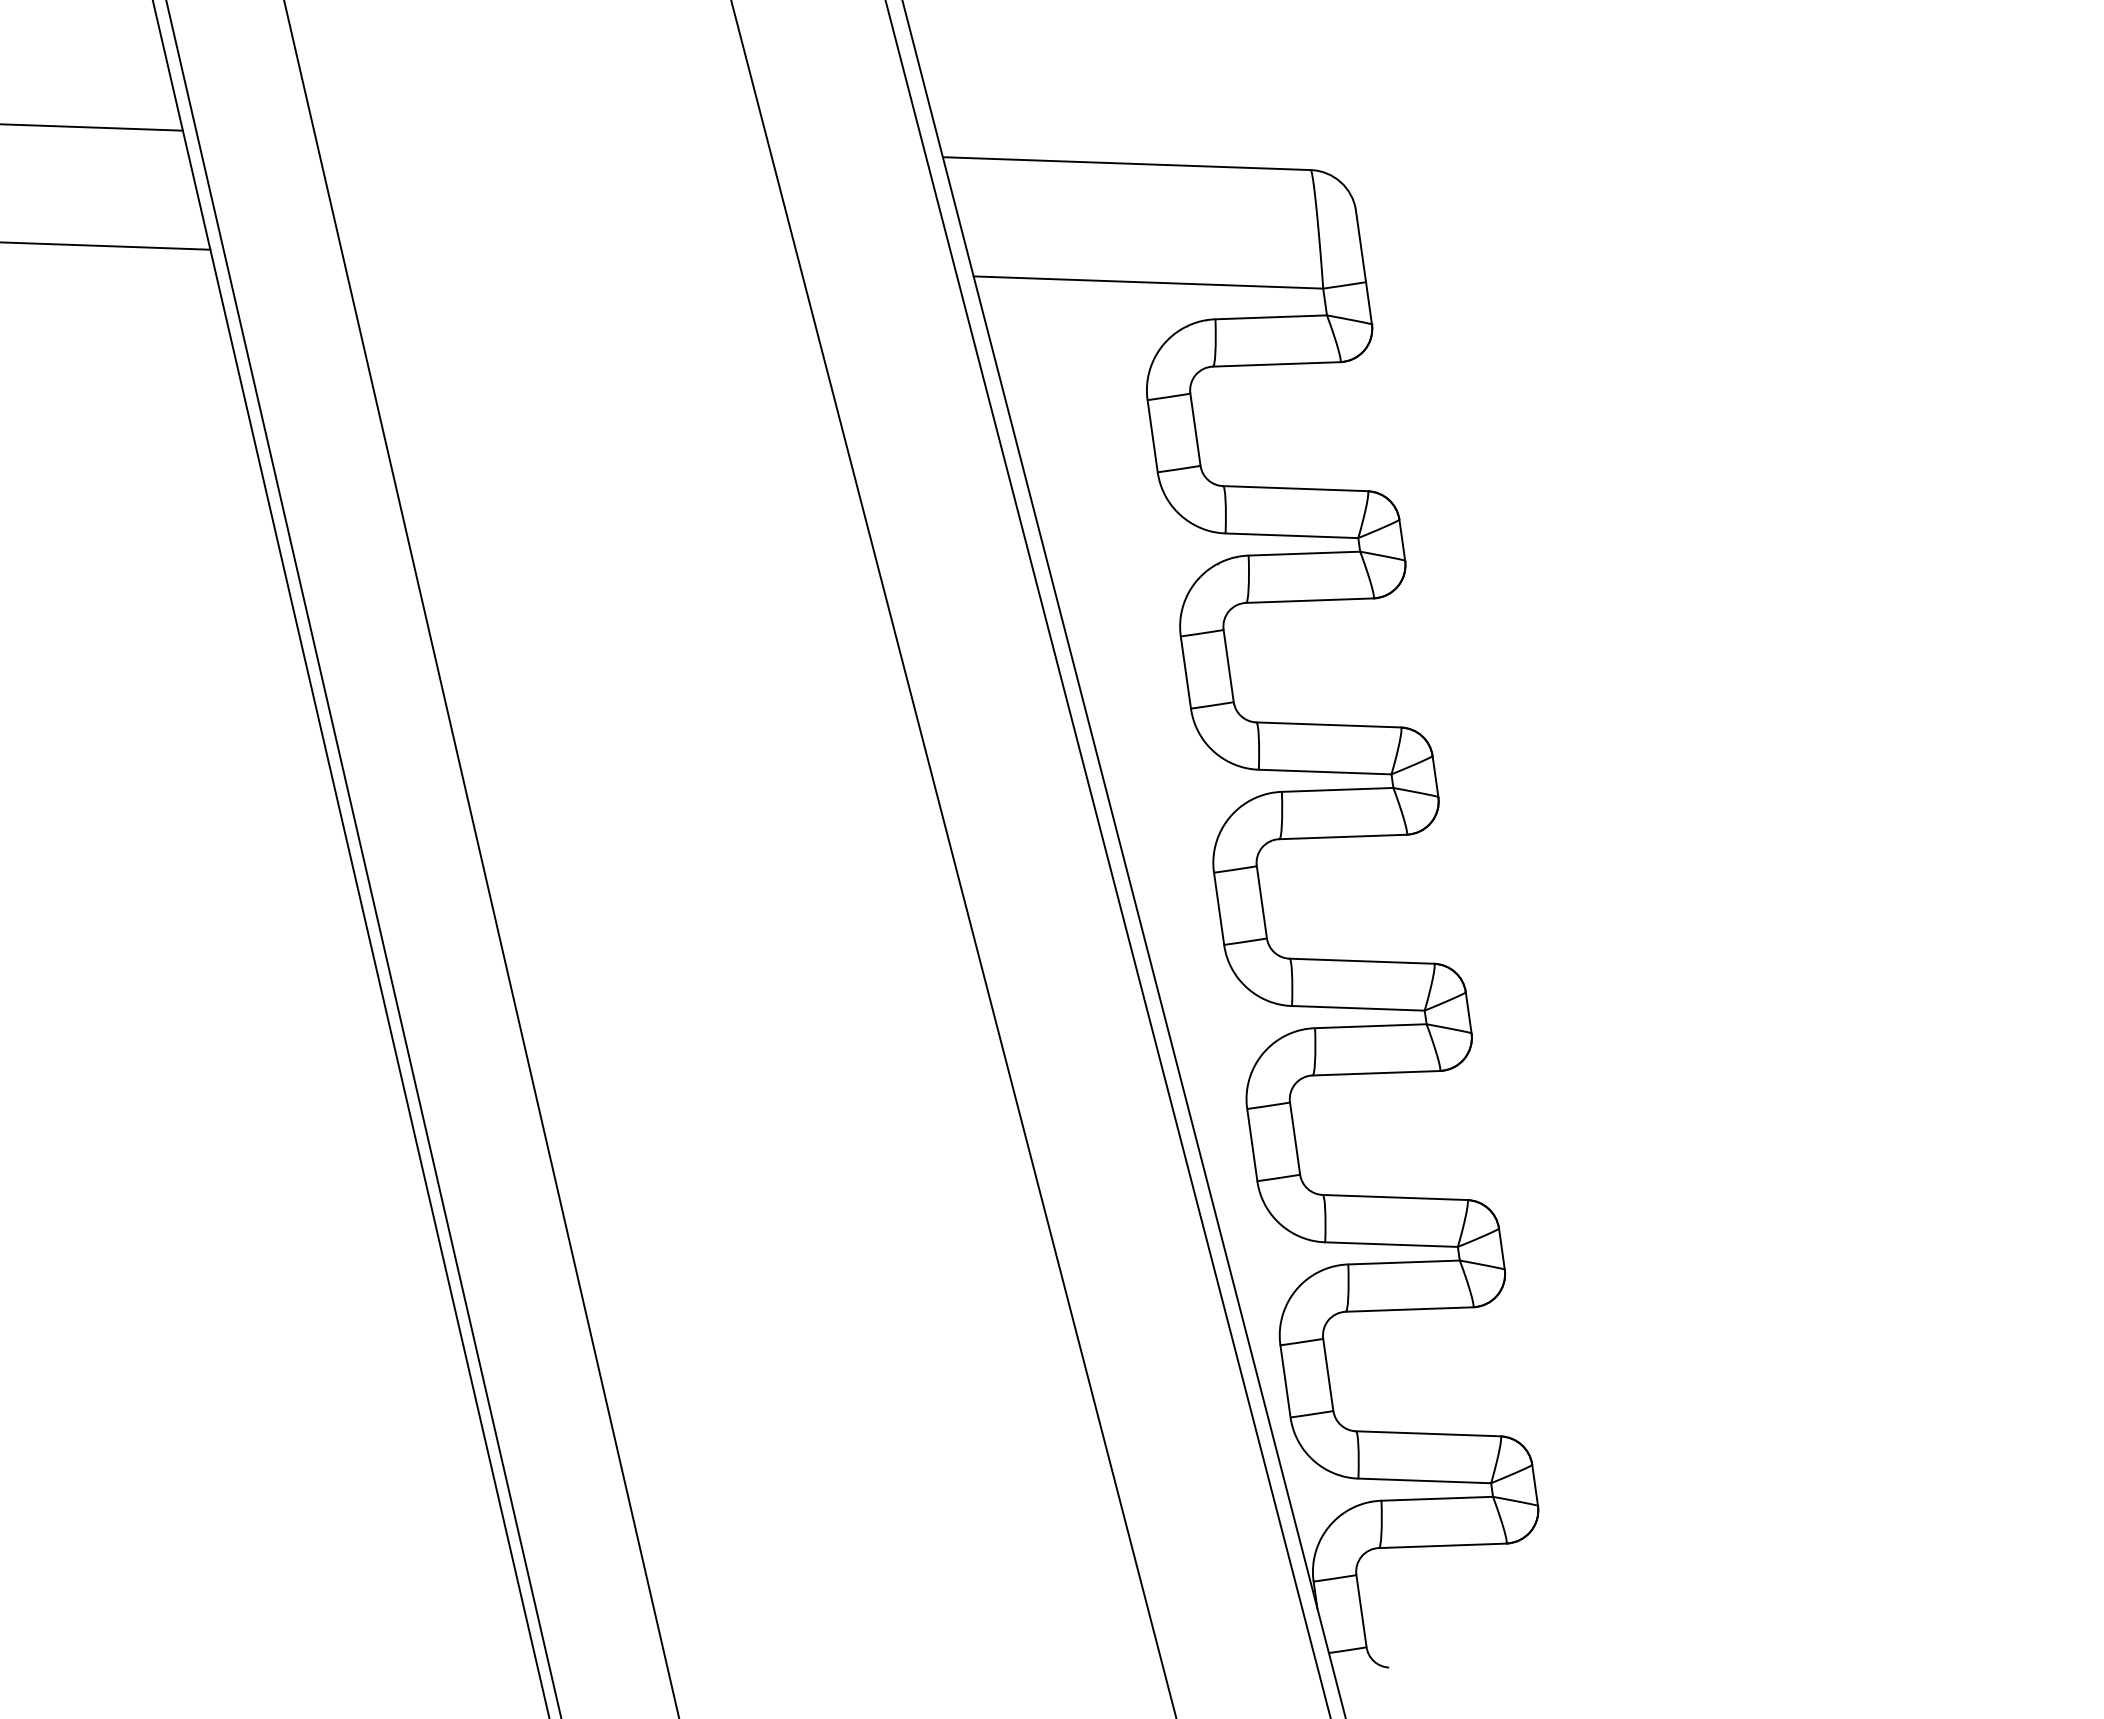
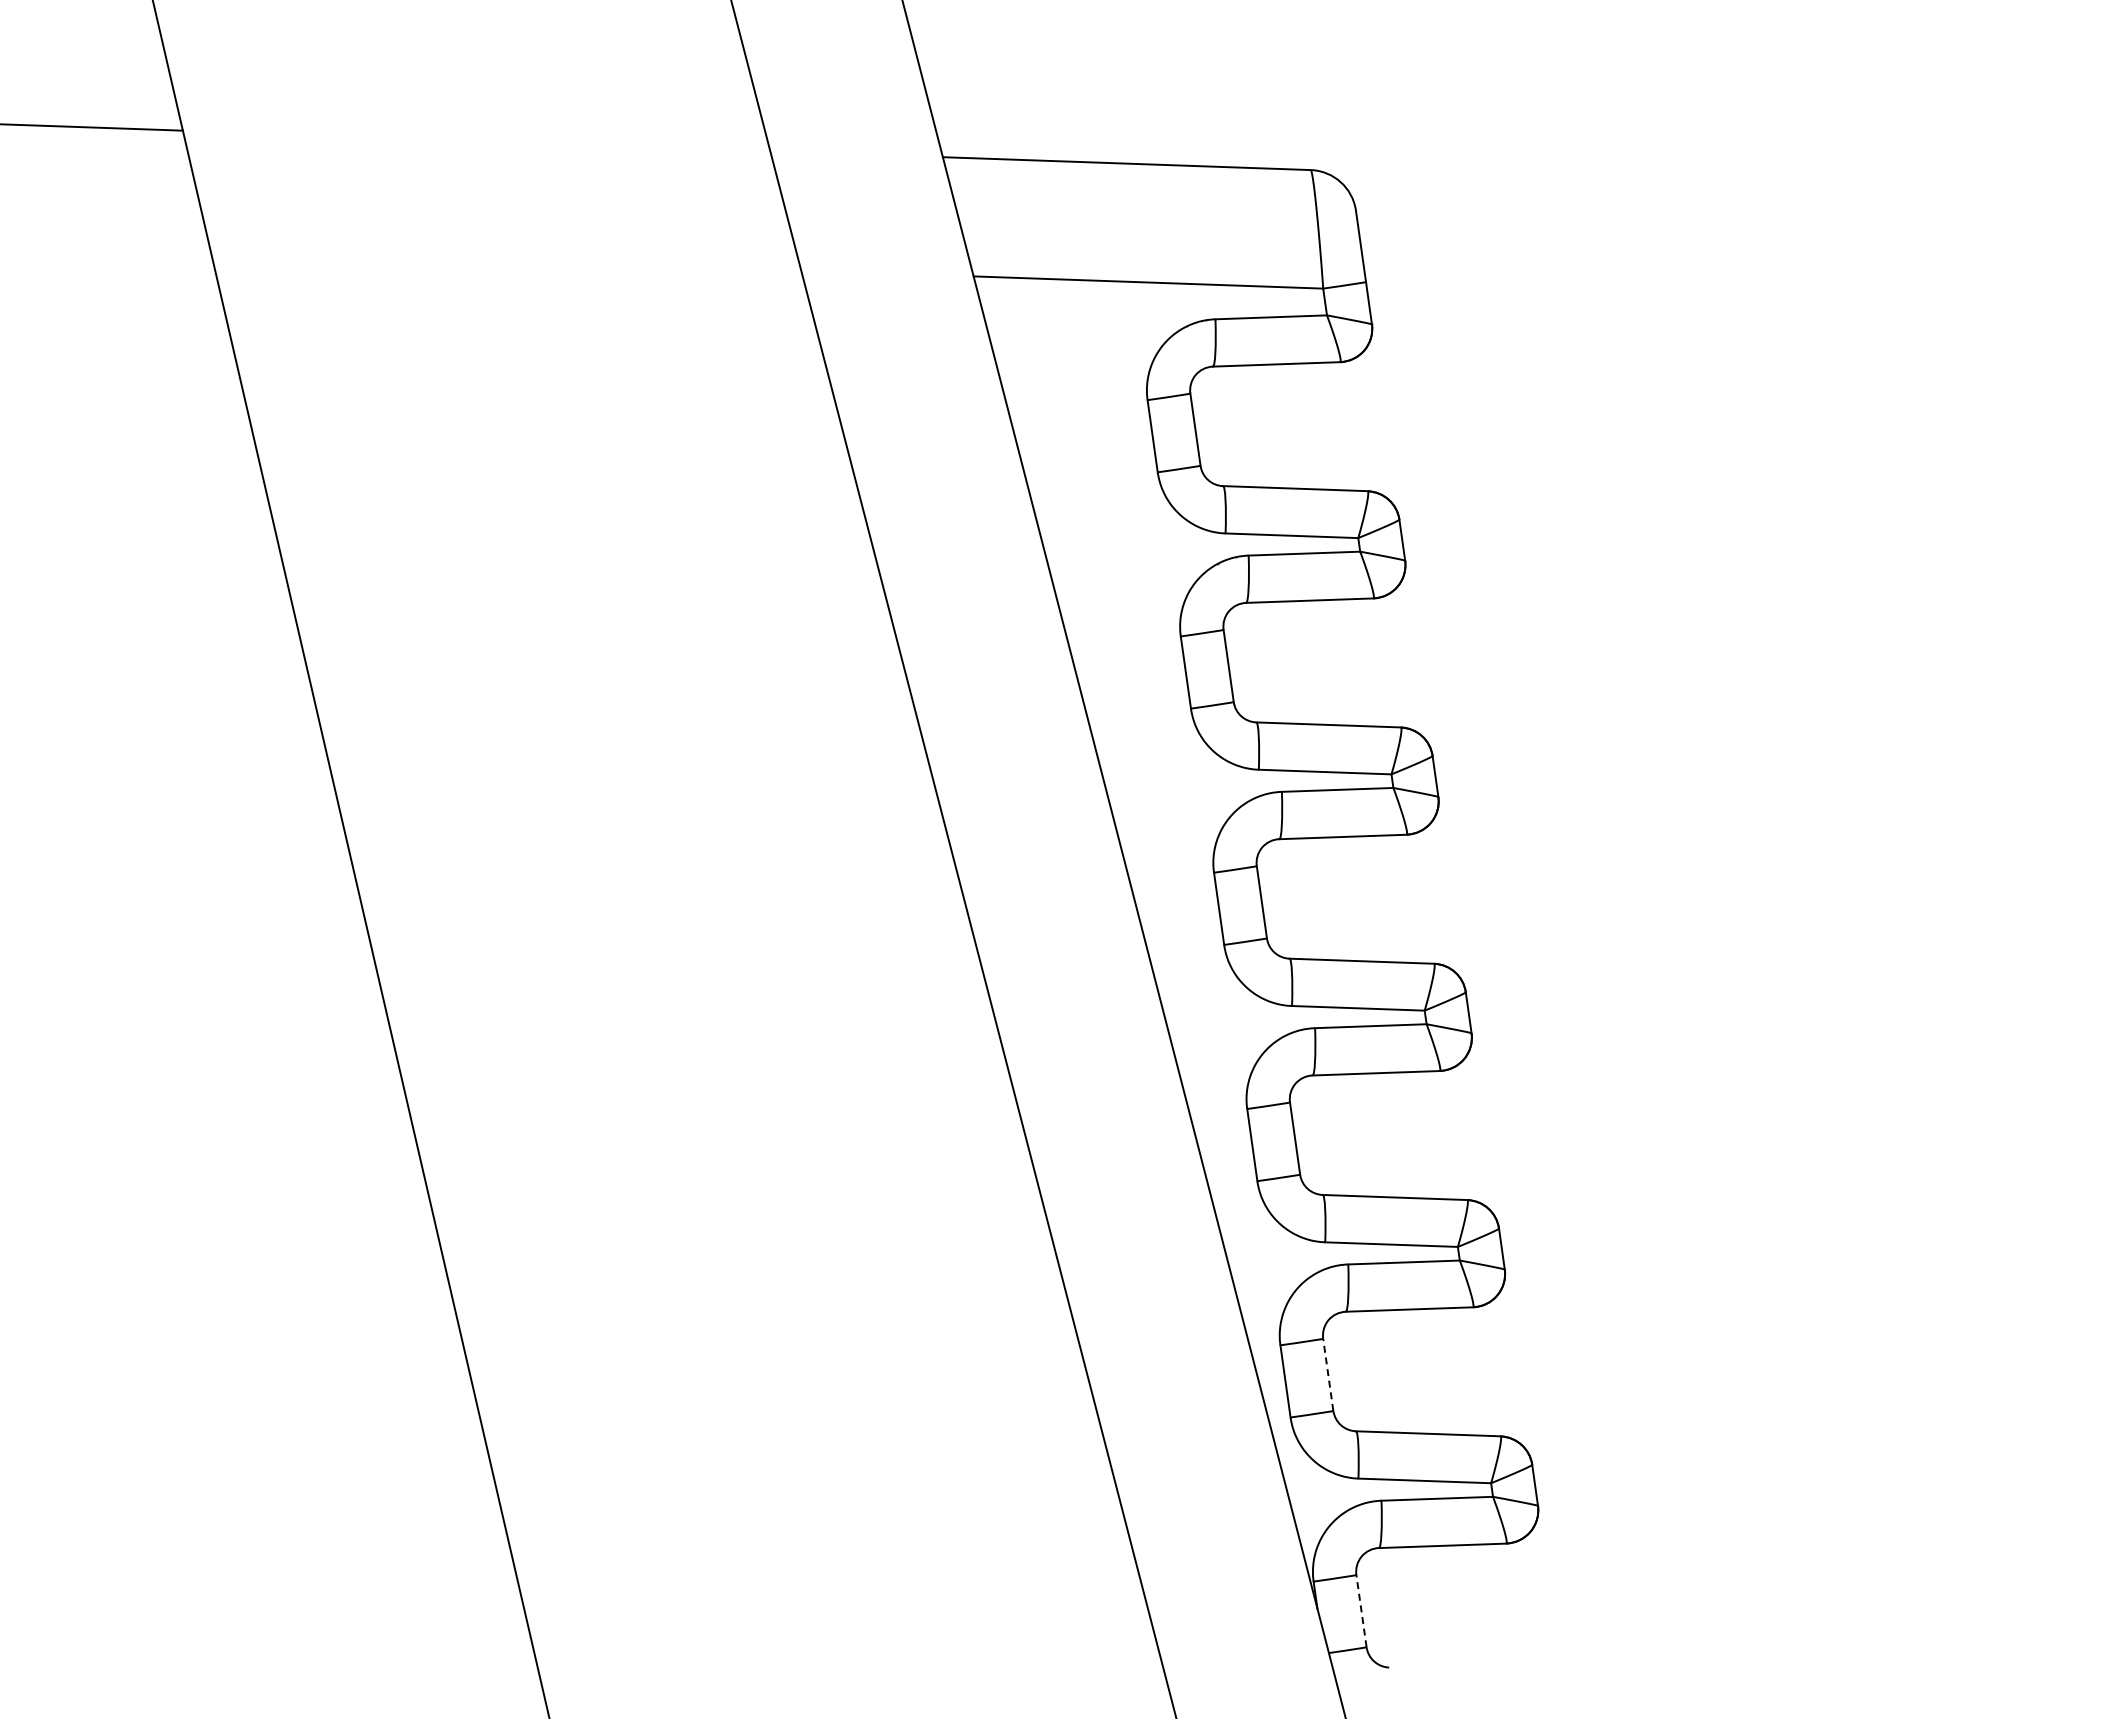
line at (106, 245): present -> none
line at (363, 858): present -> none
line at (481, 858): present -> none
line at (1107, 858): present -> none
line at (1328, 1374): solid -> dashed
line at (1361, 1610): solid -> dashed
